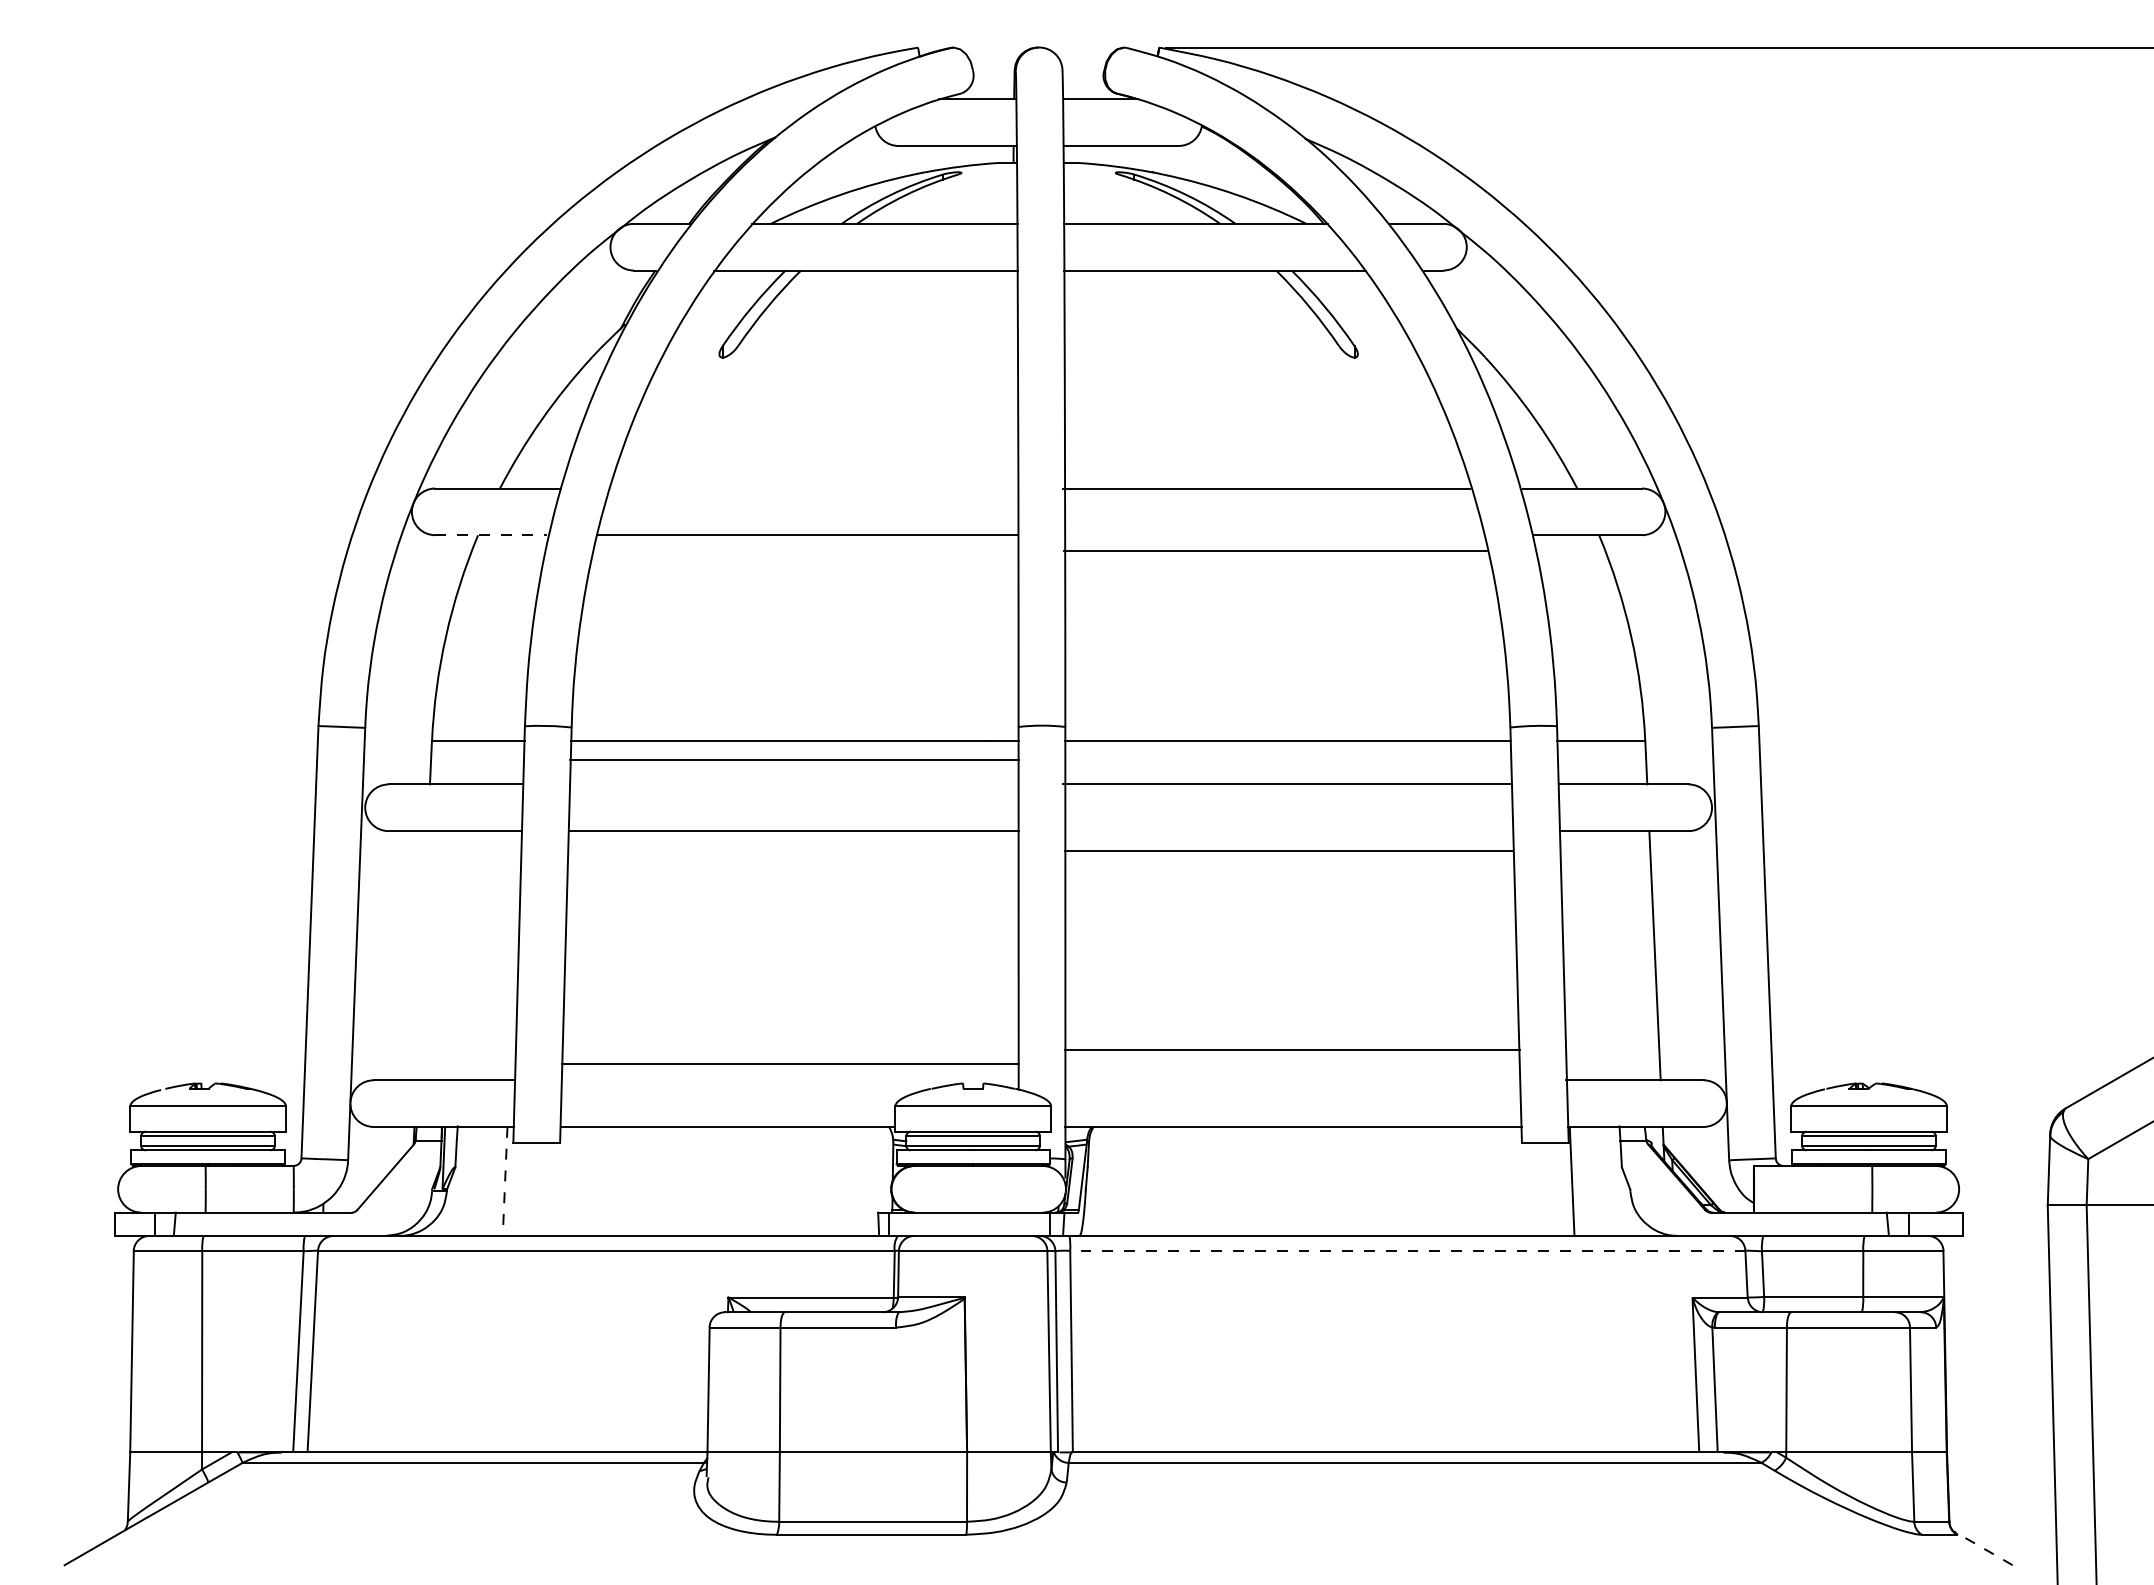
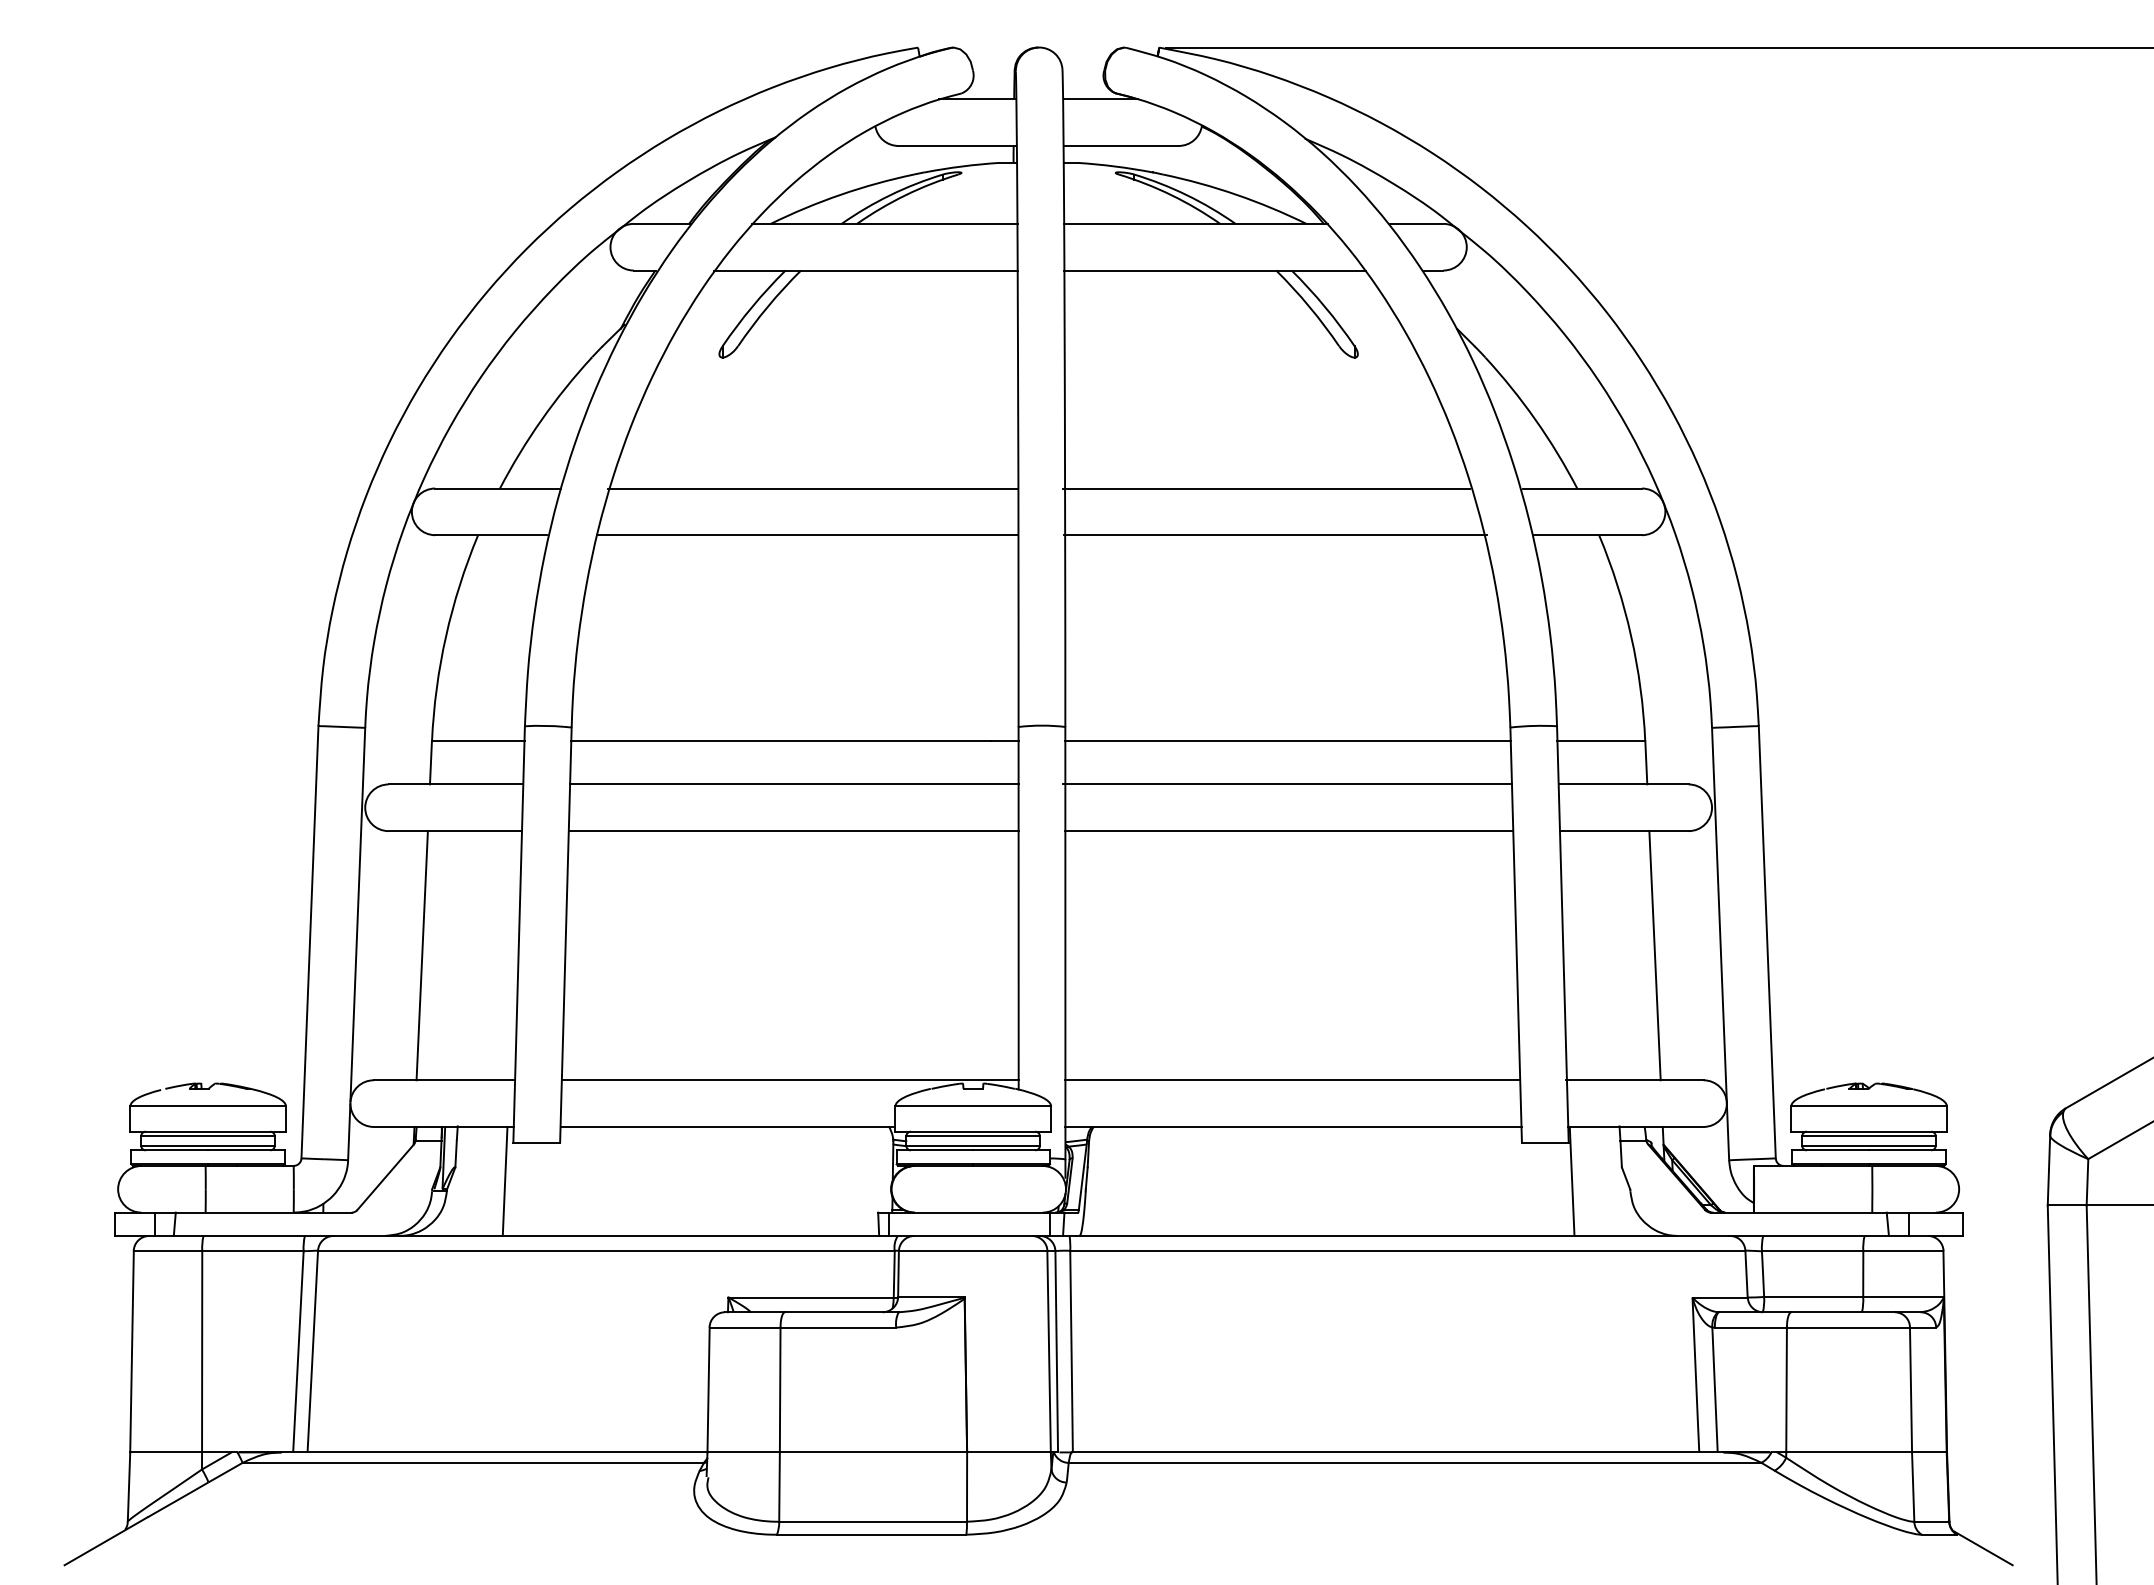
line at (812, 488): none -> present
line at (490, 535): dashed -> solid
line at (1274, 551) position: (1274, 551) -> (1274, 535)
line at (794, 760) position: (794, 760) -> (794, 784)
line at (1289, 851) position: (1289, 851) -> (1289, 831)
line at (421, 955): none -> present
line at (1292, 1050) position: (1292, 1050) -> (1292, 1080)
line at (789, 1064) position: (789, 1064) -> (789, 1080)
line at (505, 1181): dashed -> solid
line at (1407, 1250): dashed -> solid
line at (1983, 1548): dashed -> solid
